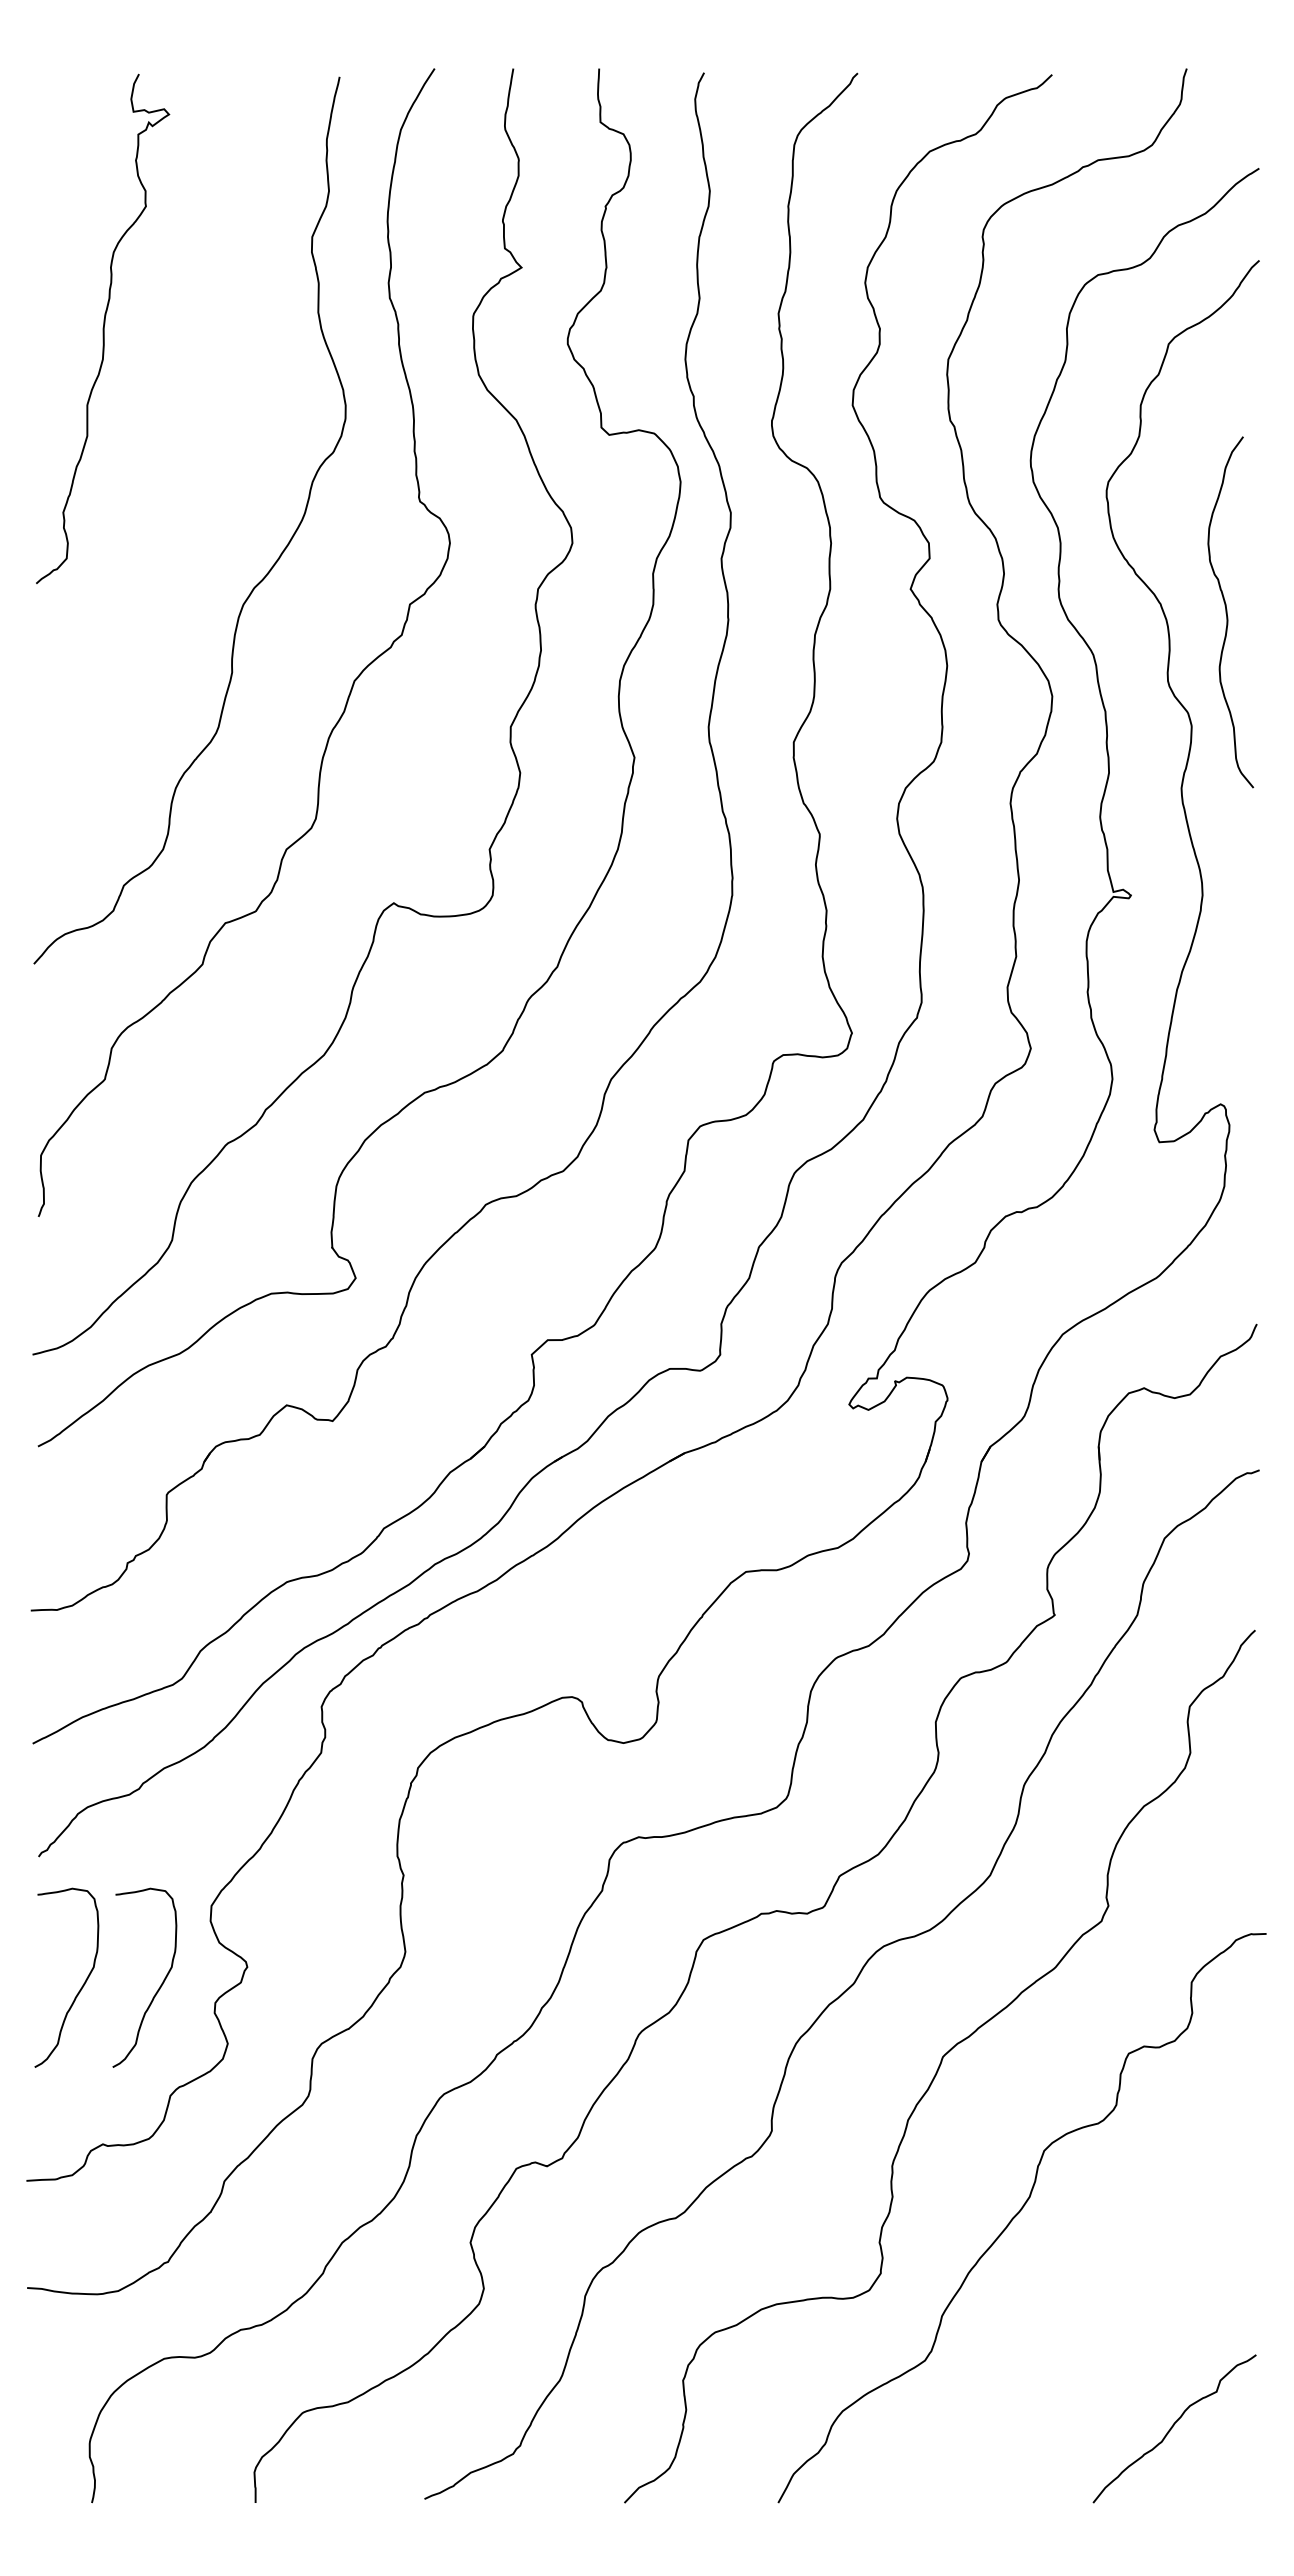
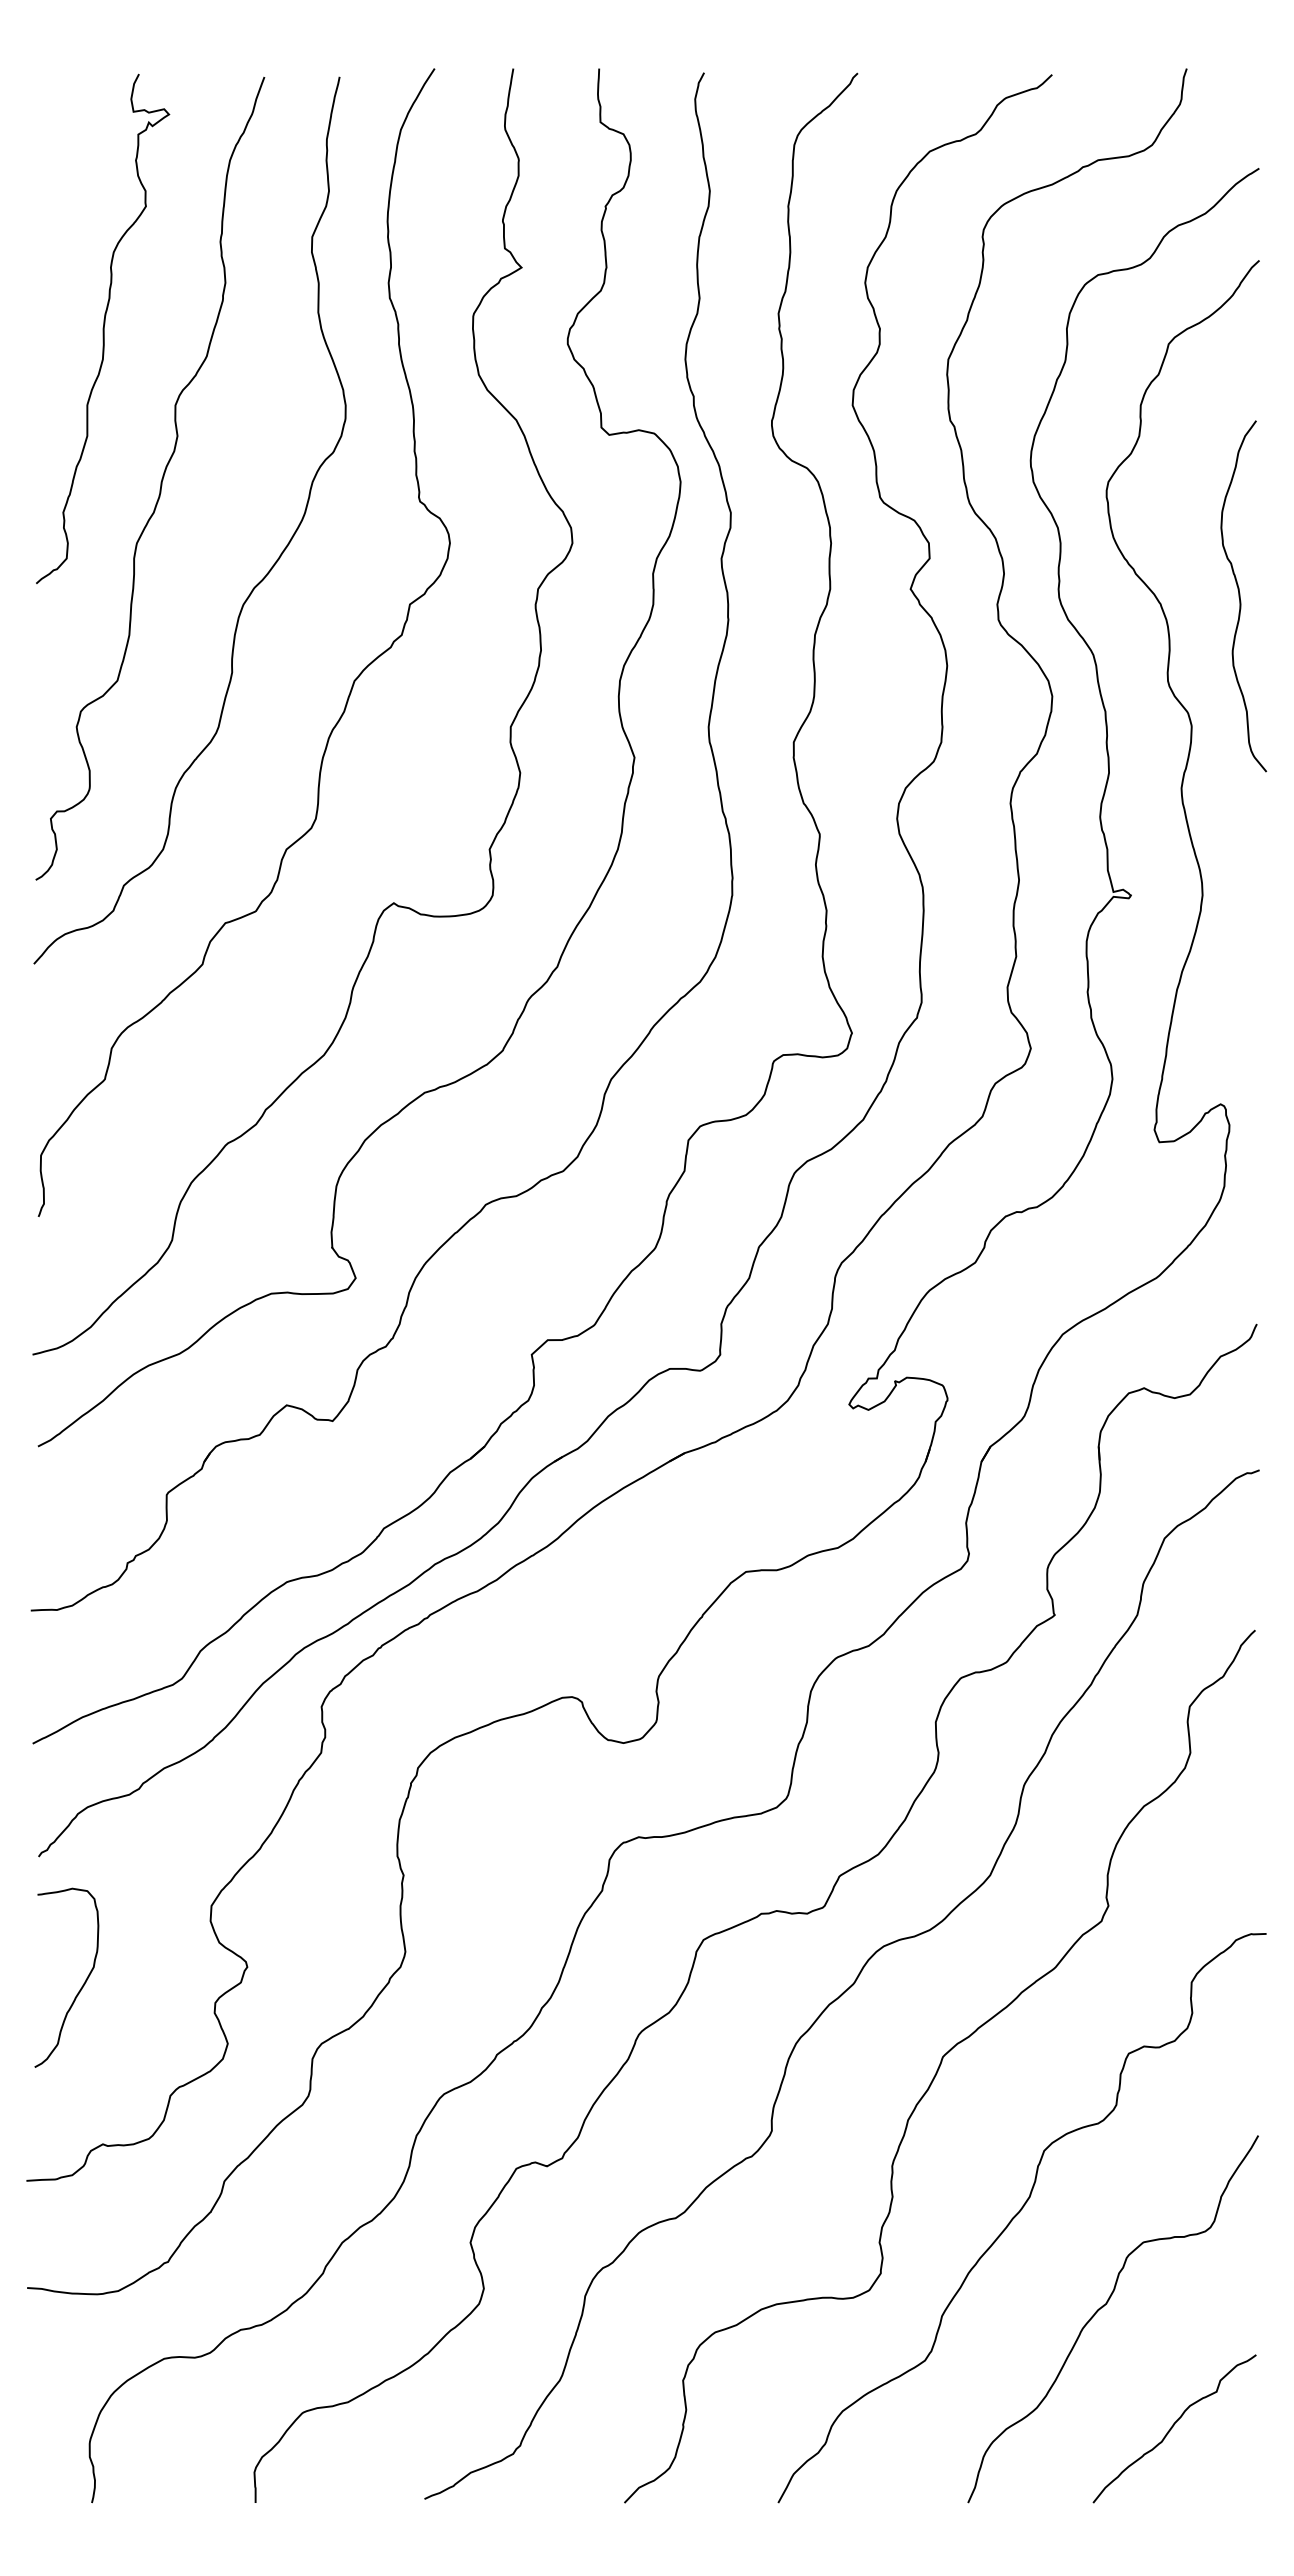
curve at (160, 482): none -> present
curve at (1227, 612) position: (1227, 612) -> (1240, 596)
curve at (159, 1986): present -> none
curve at (1103, 2307): none -> present
